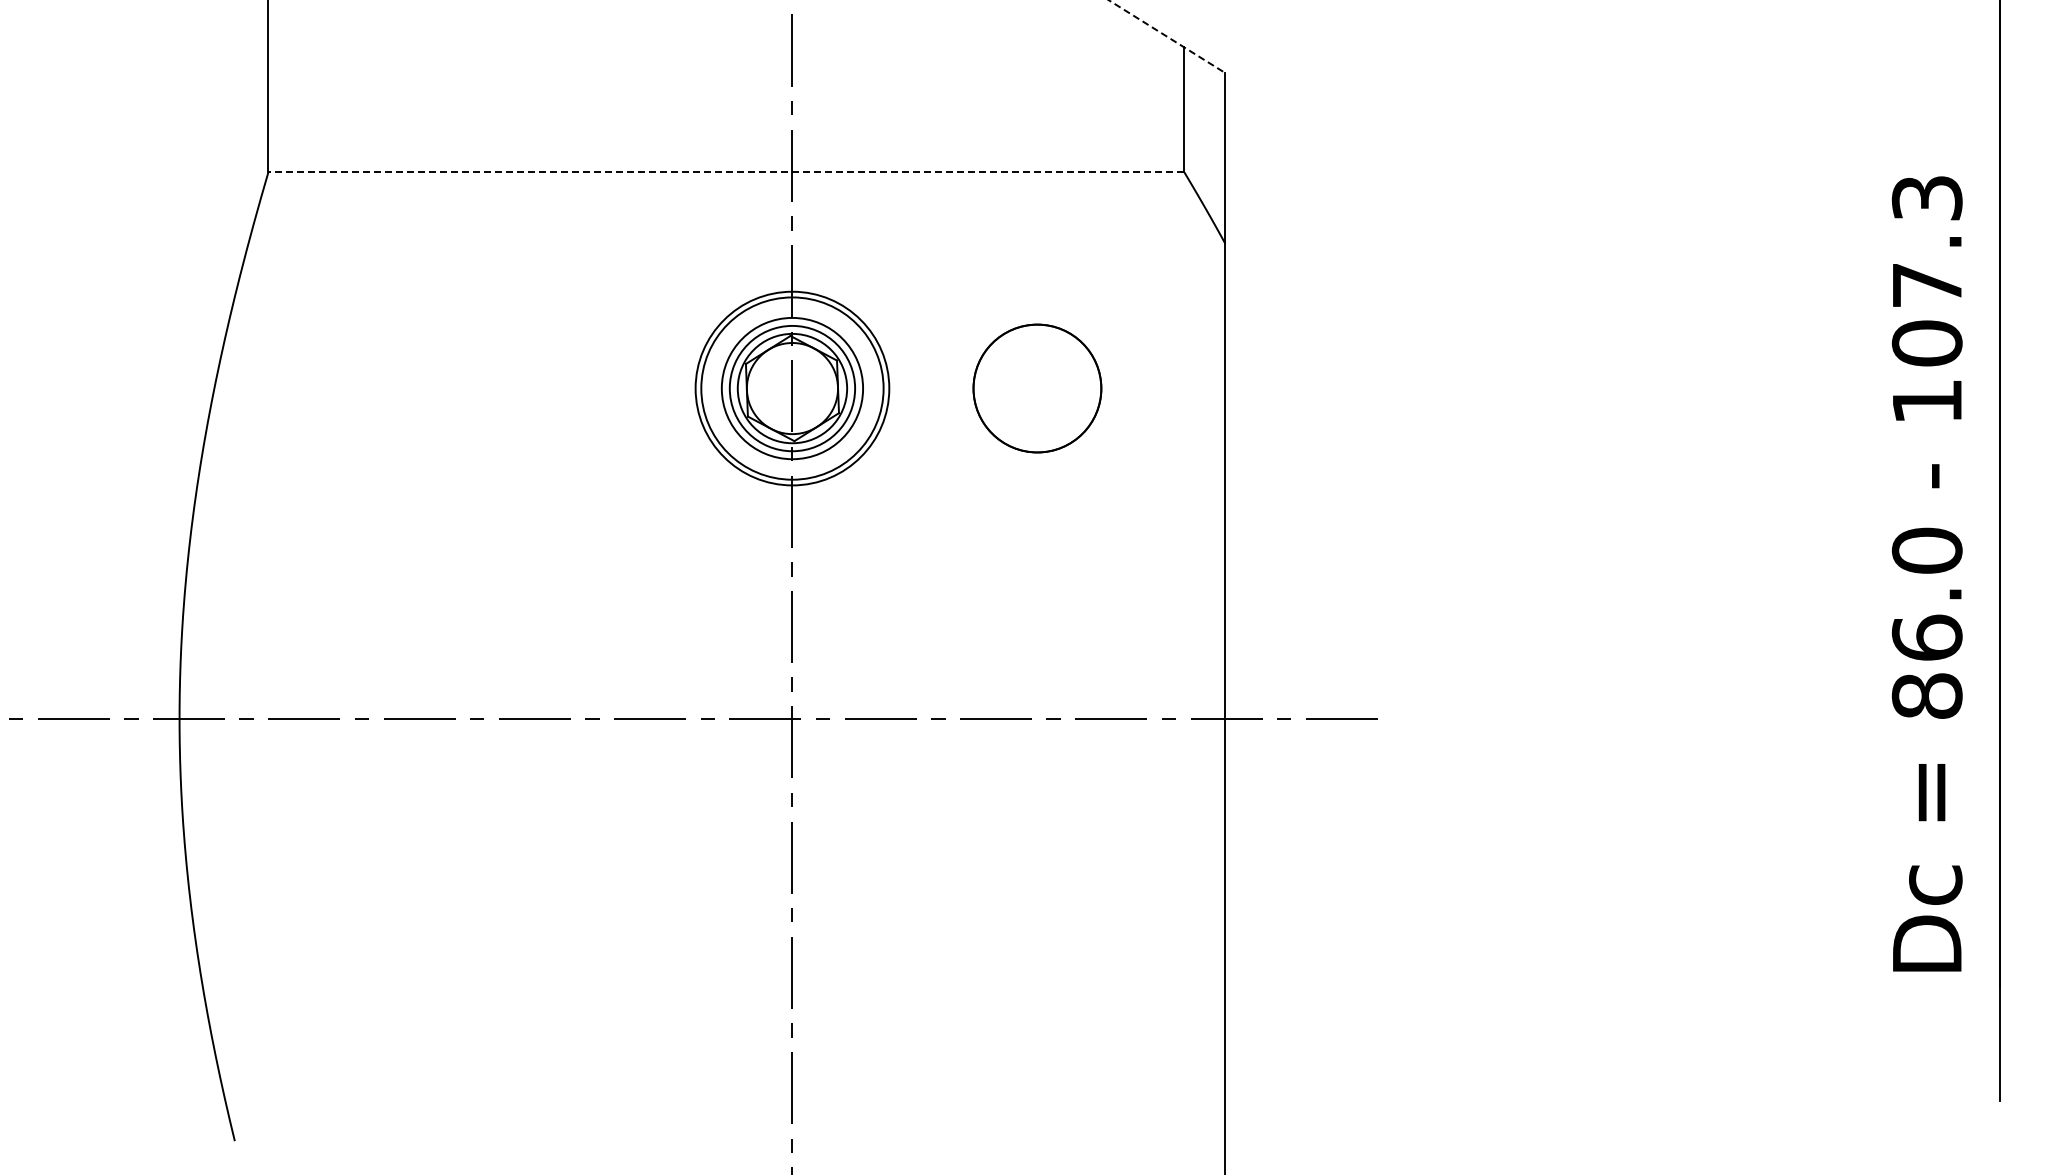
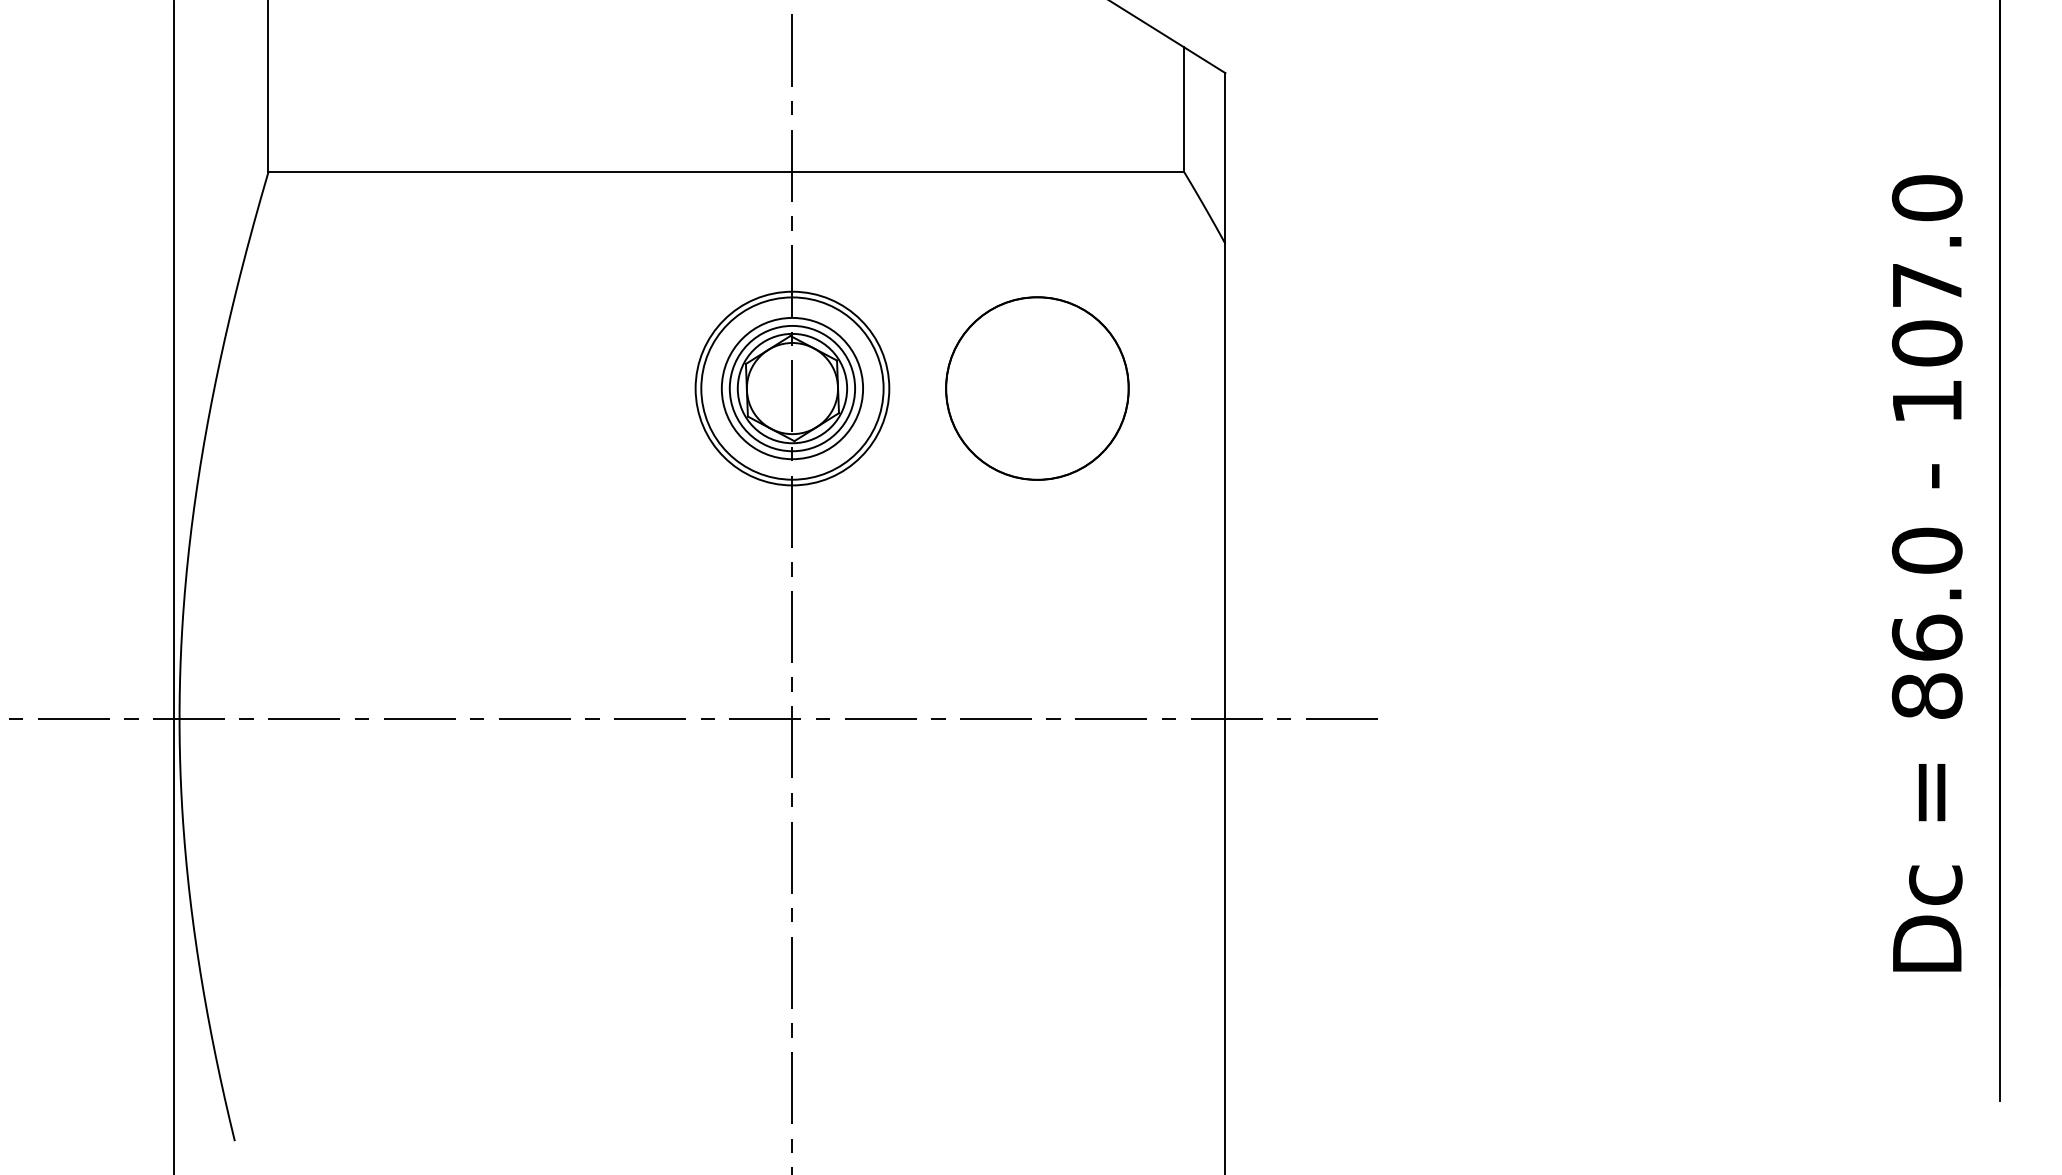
line at (1167, 36): dashed -> solid
line at (725, 172): dashed -> solid
text at (1926, 198): 107.3 -> 107.0
circle at (1037, 388) size: 131x131 px -> 185x185 px
line at (173, 586): none -> present
